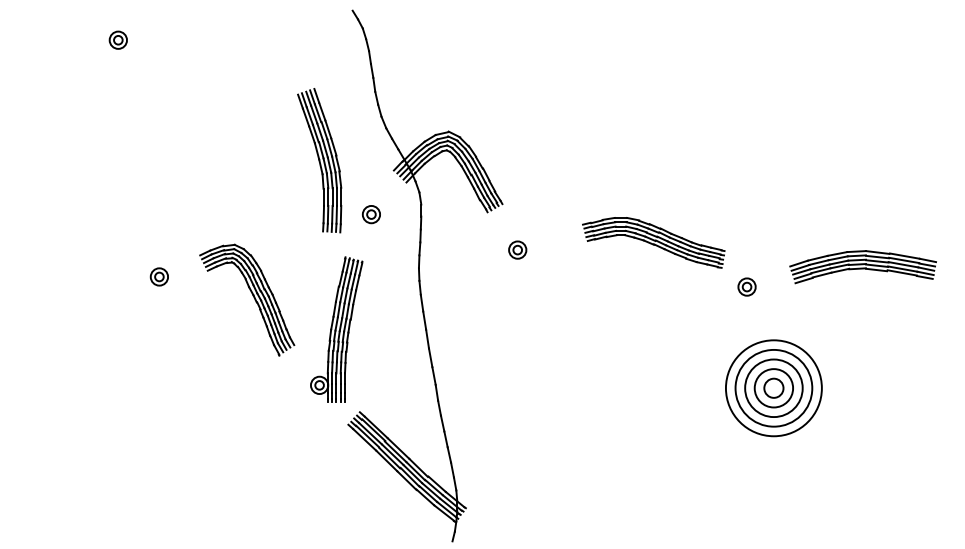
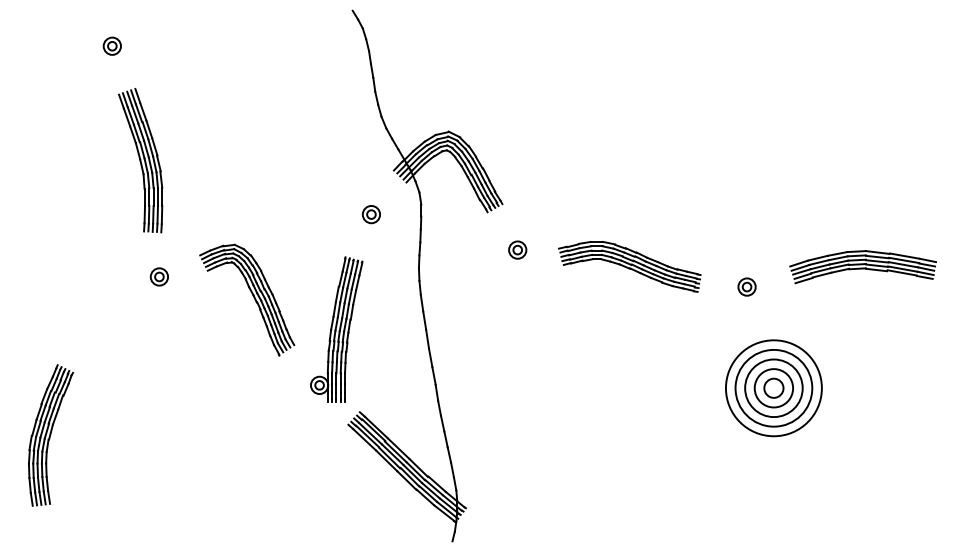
part at (117, 39) position: (117, 39) -> (111, 45)
part at (319, 160) position: (319, 160) -> (140, 160)
part at (653, 242) position: (653, 242) -> (629, 266)
part at (51, 435): none -> present
